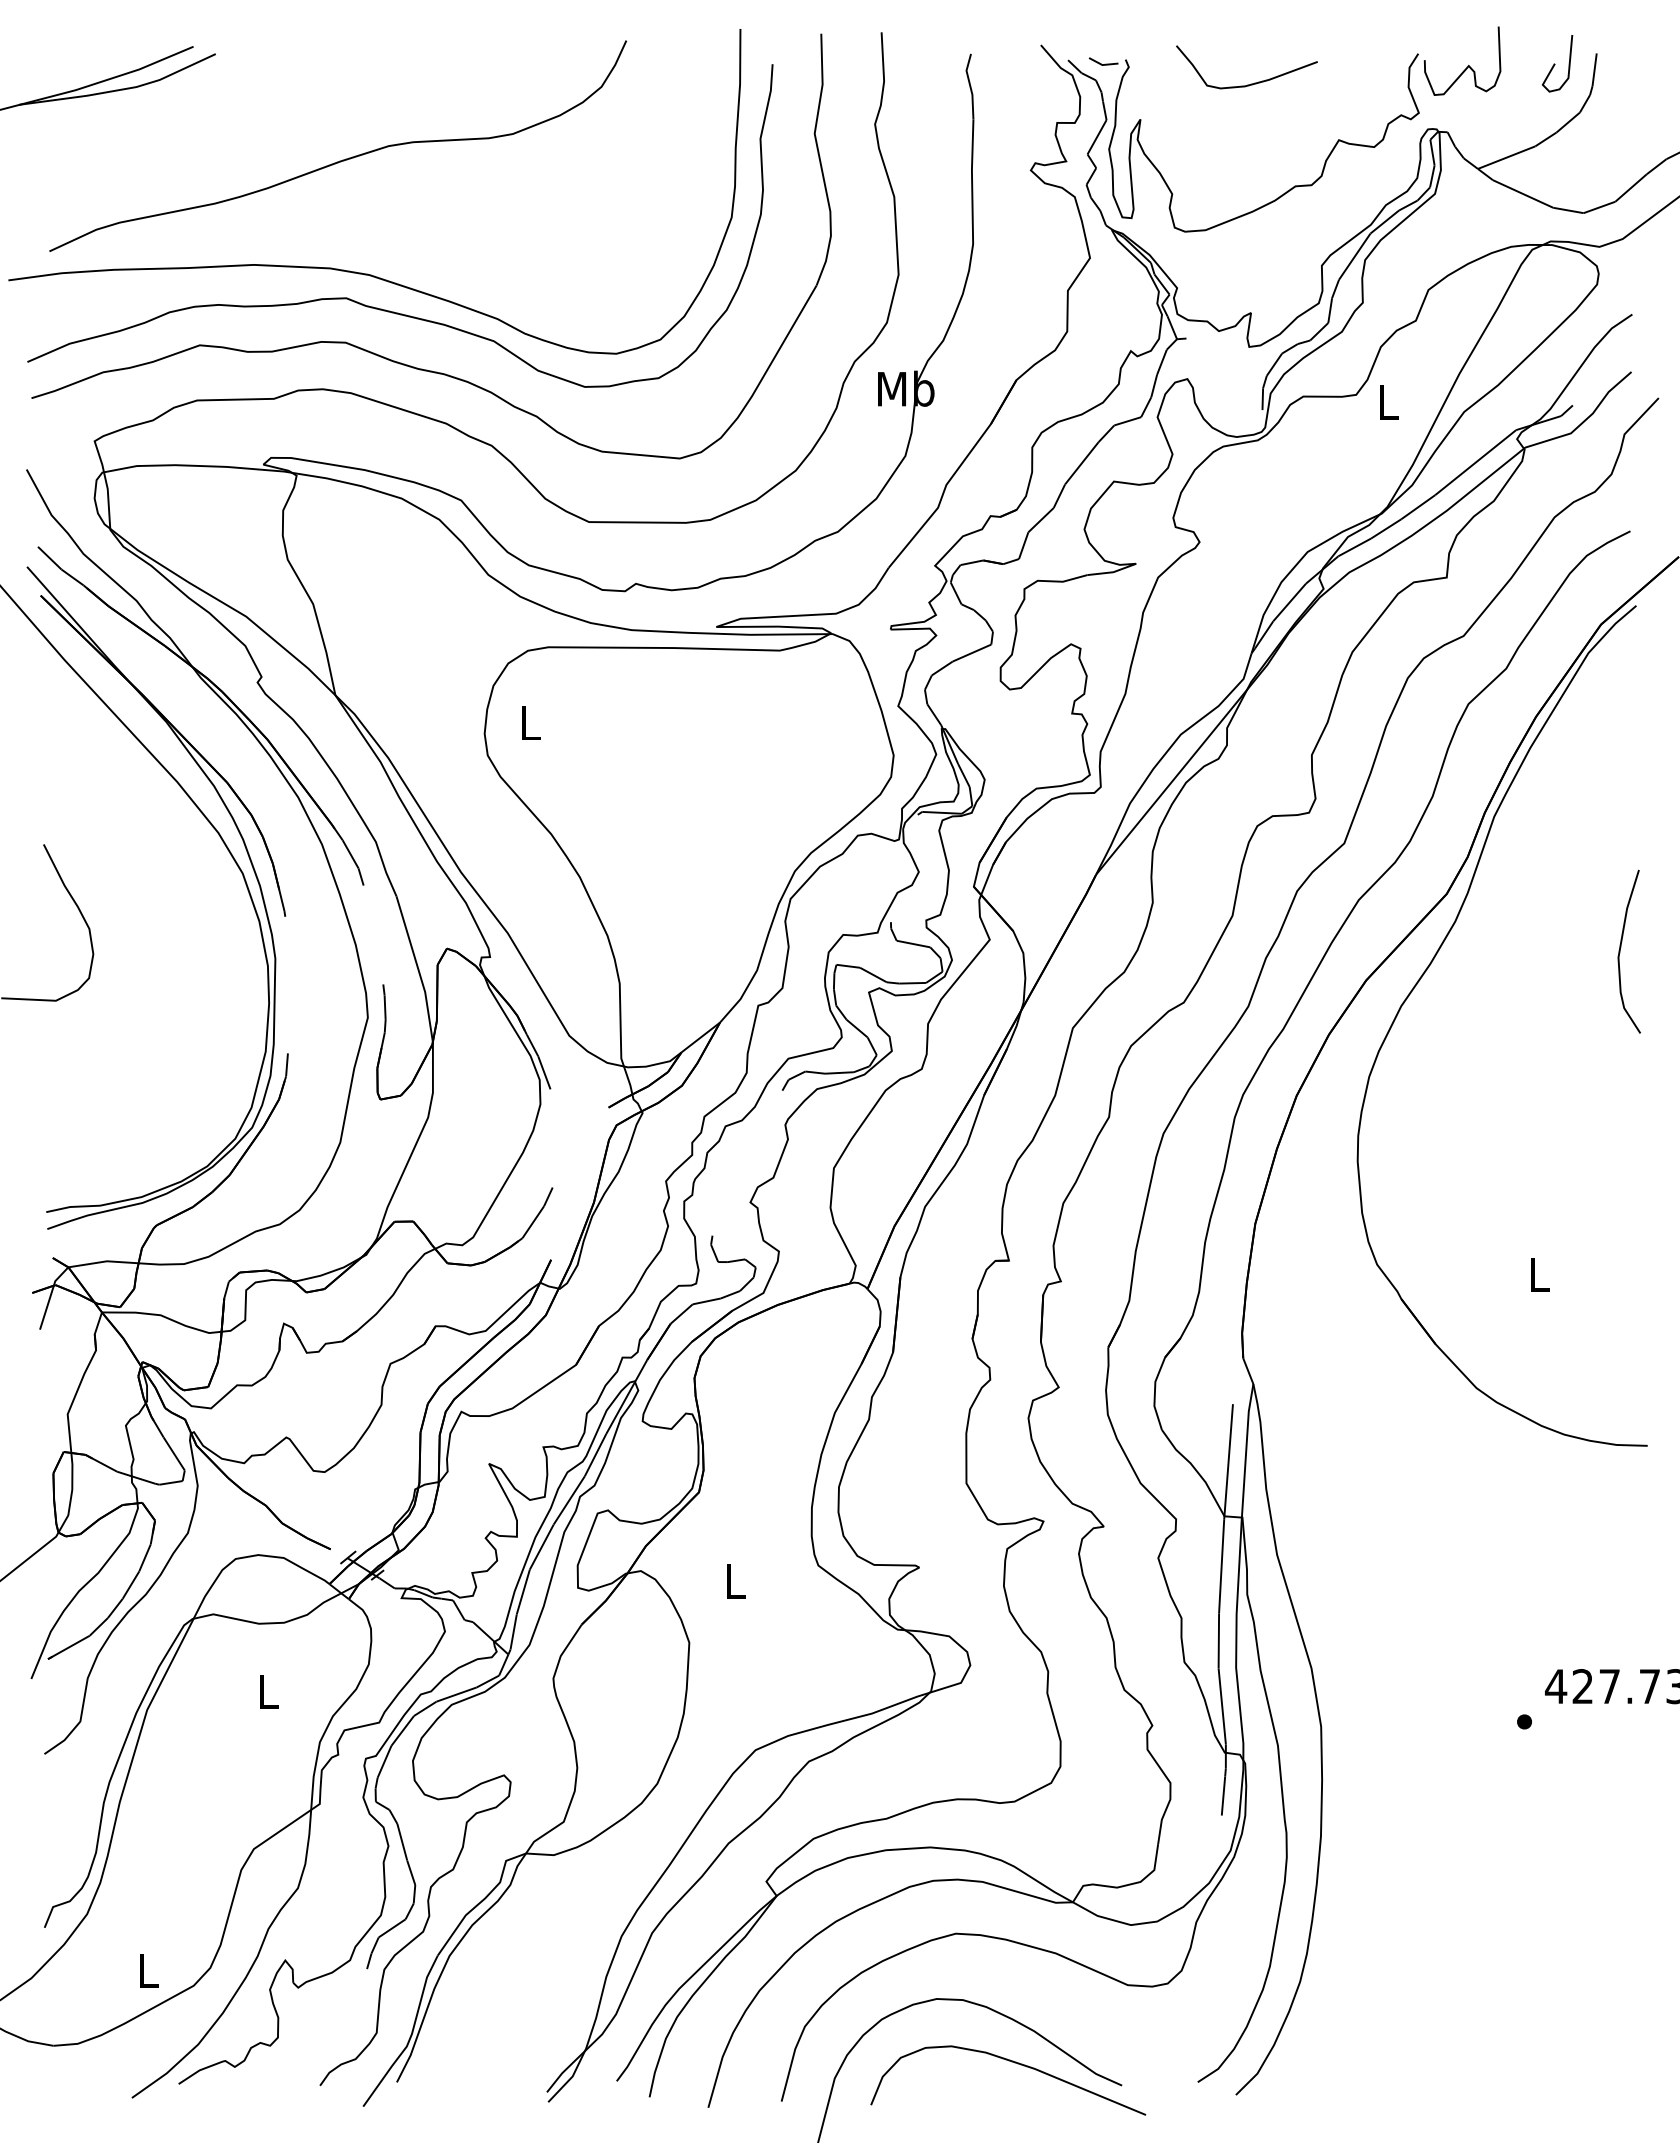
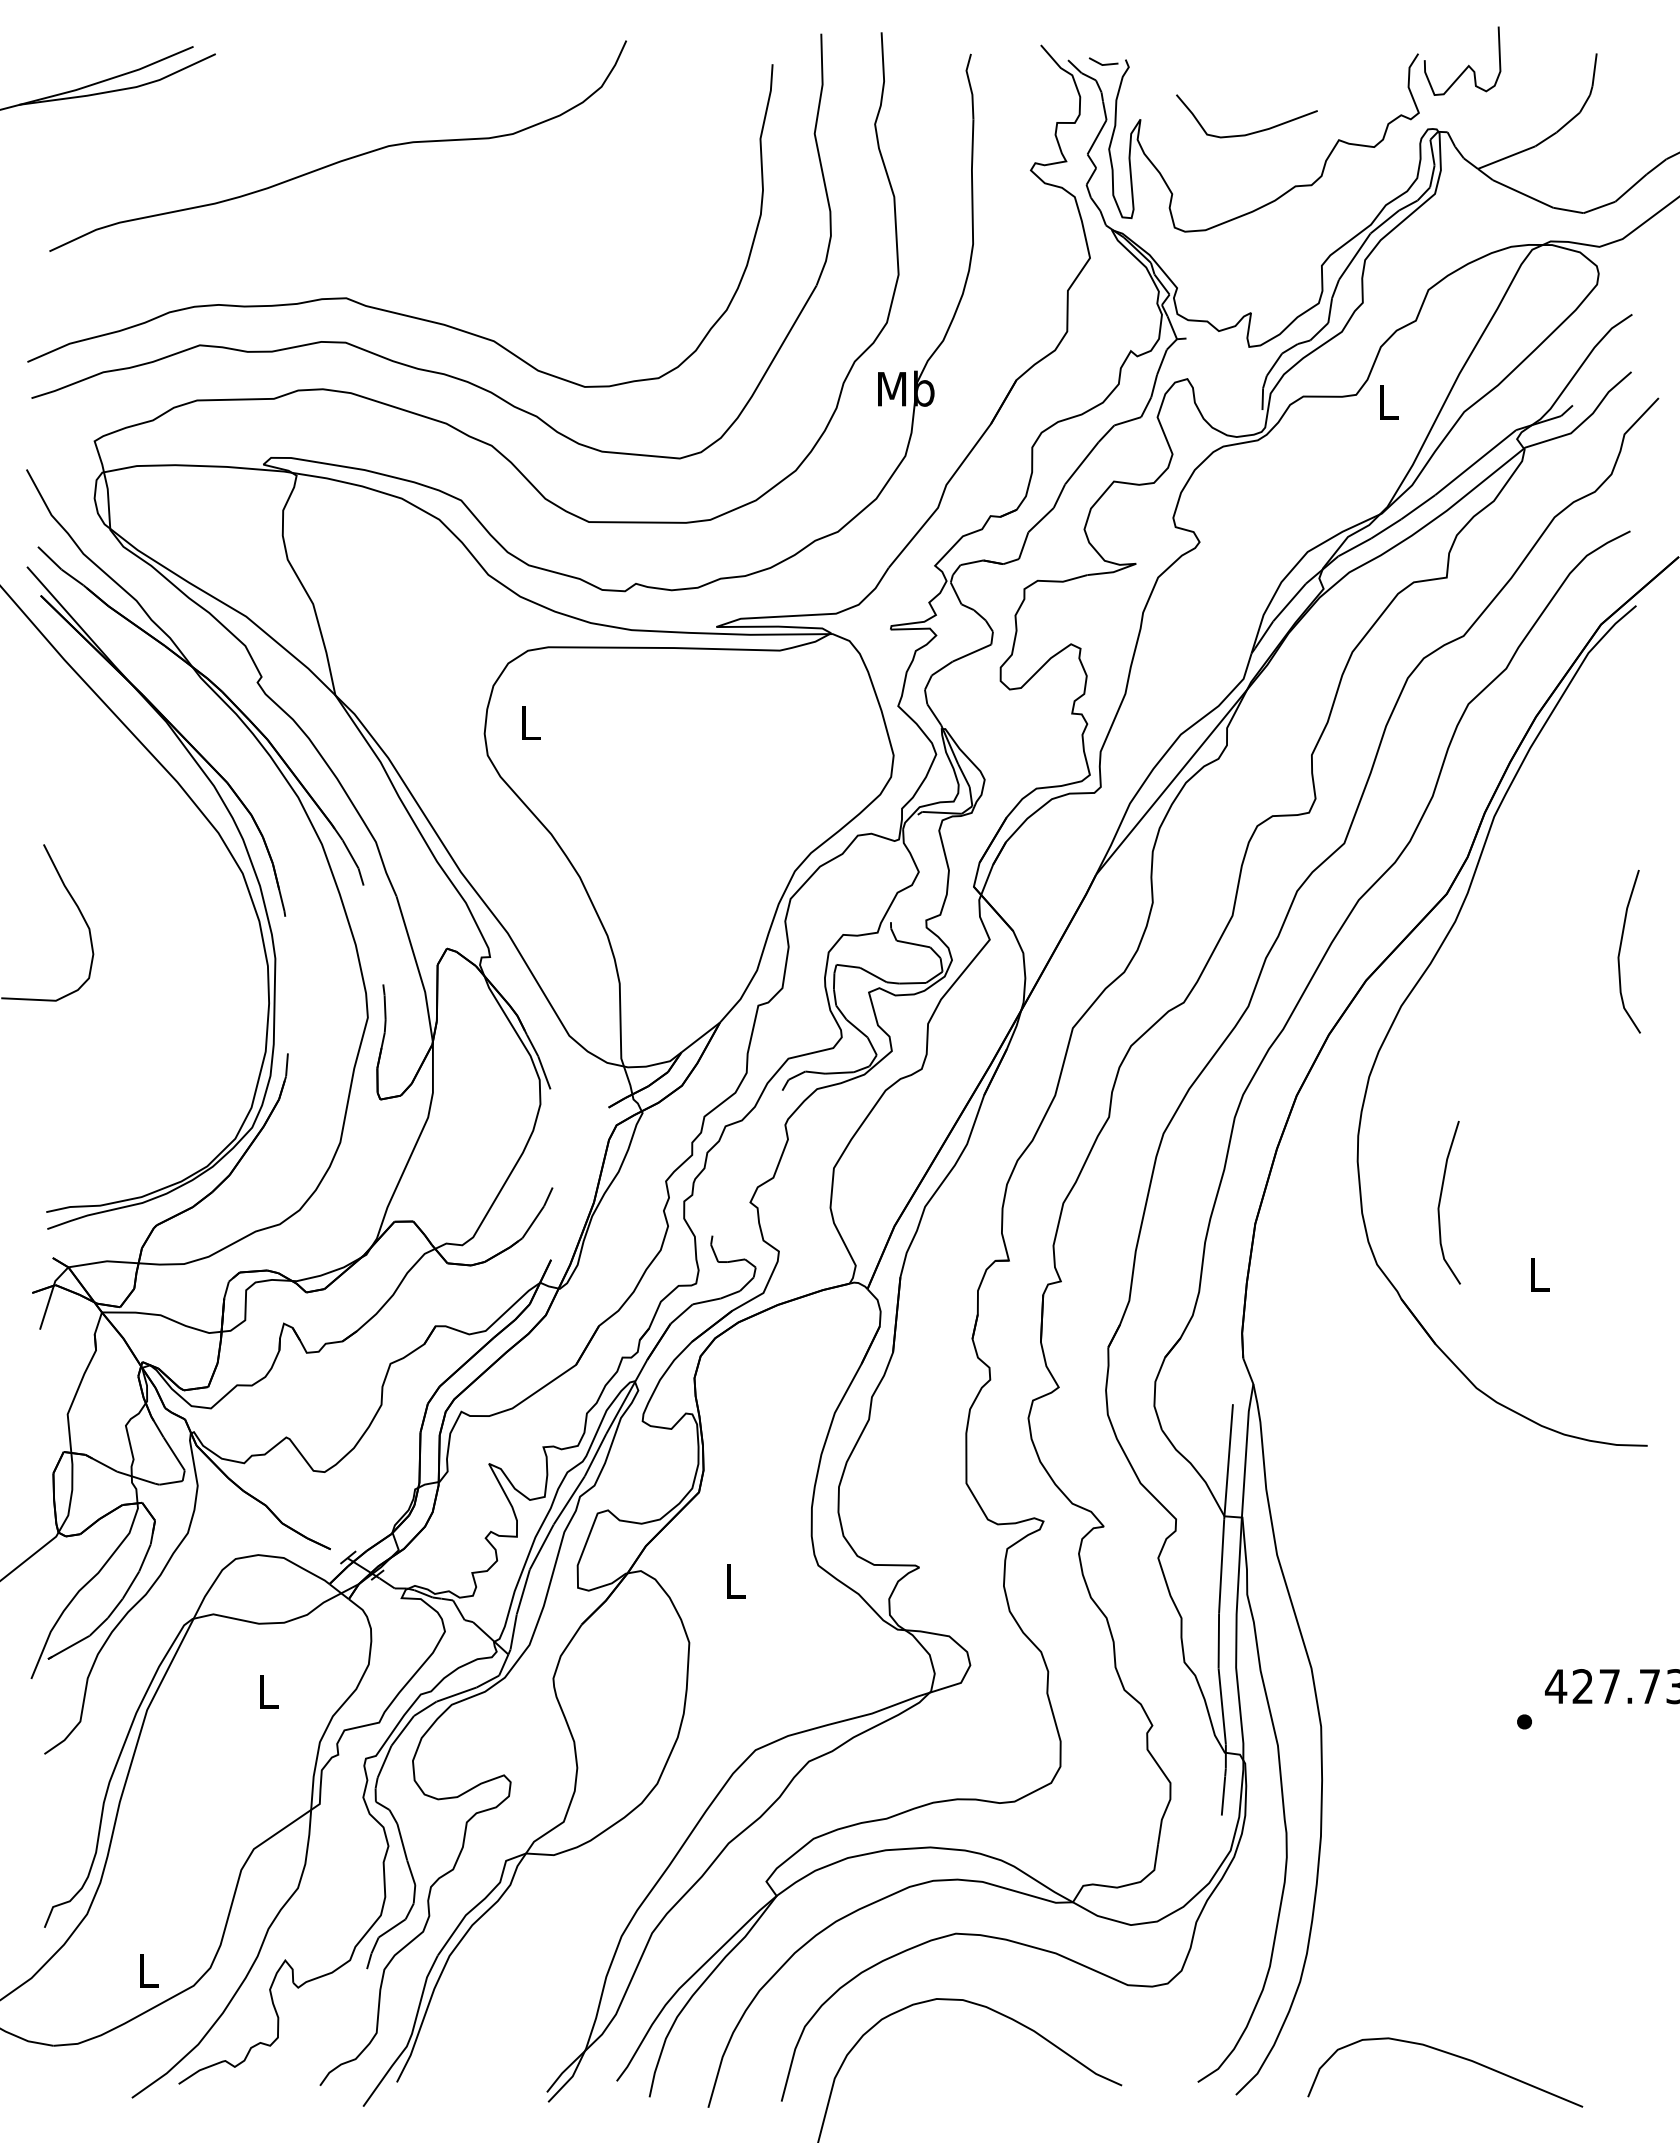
curve at (1555, 64): present -> none
curve at (1251, 83) position: (1251, 83) -> (1251, 132)
curve at (361, 272): present -> none
curve at (1440, 1202): none -> present
curve at (1014, 2063) position: (1014, 2063) -> (1451, 2055)
